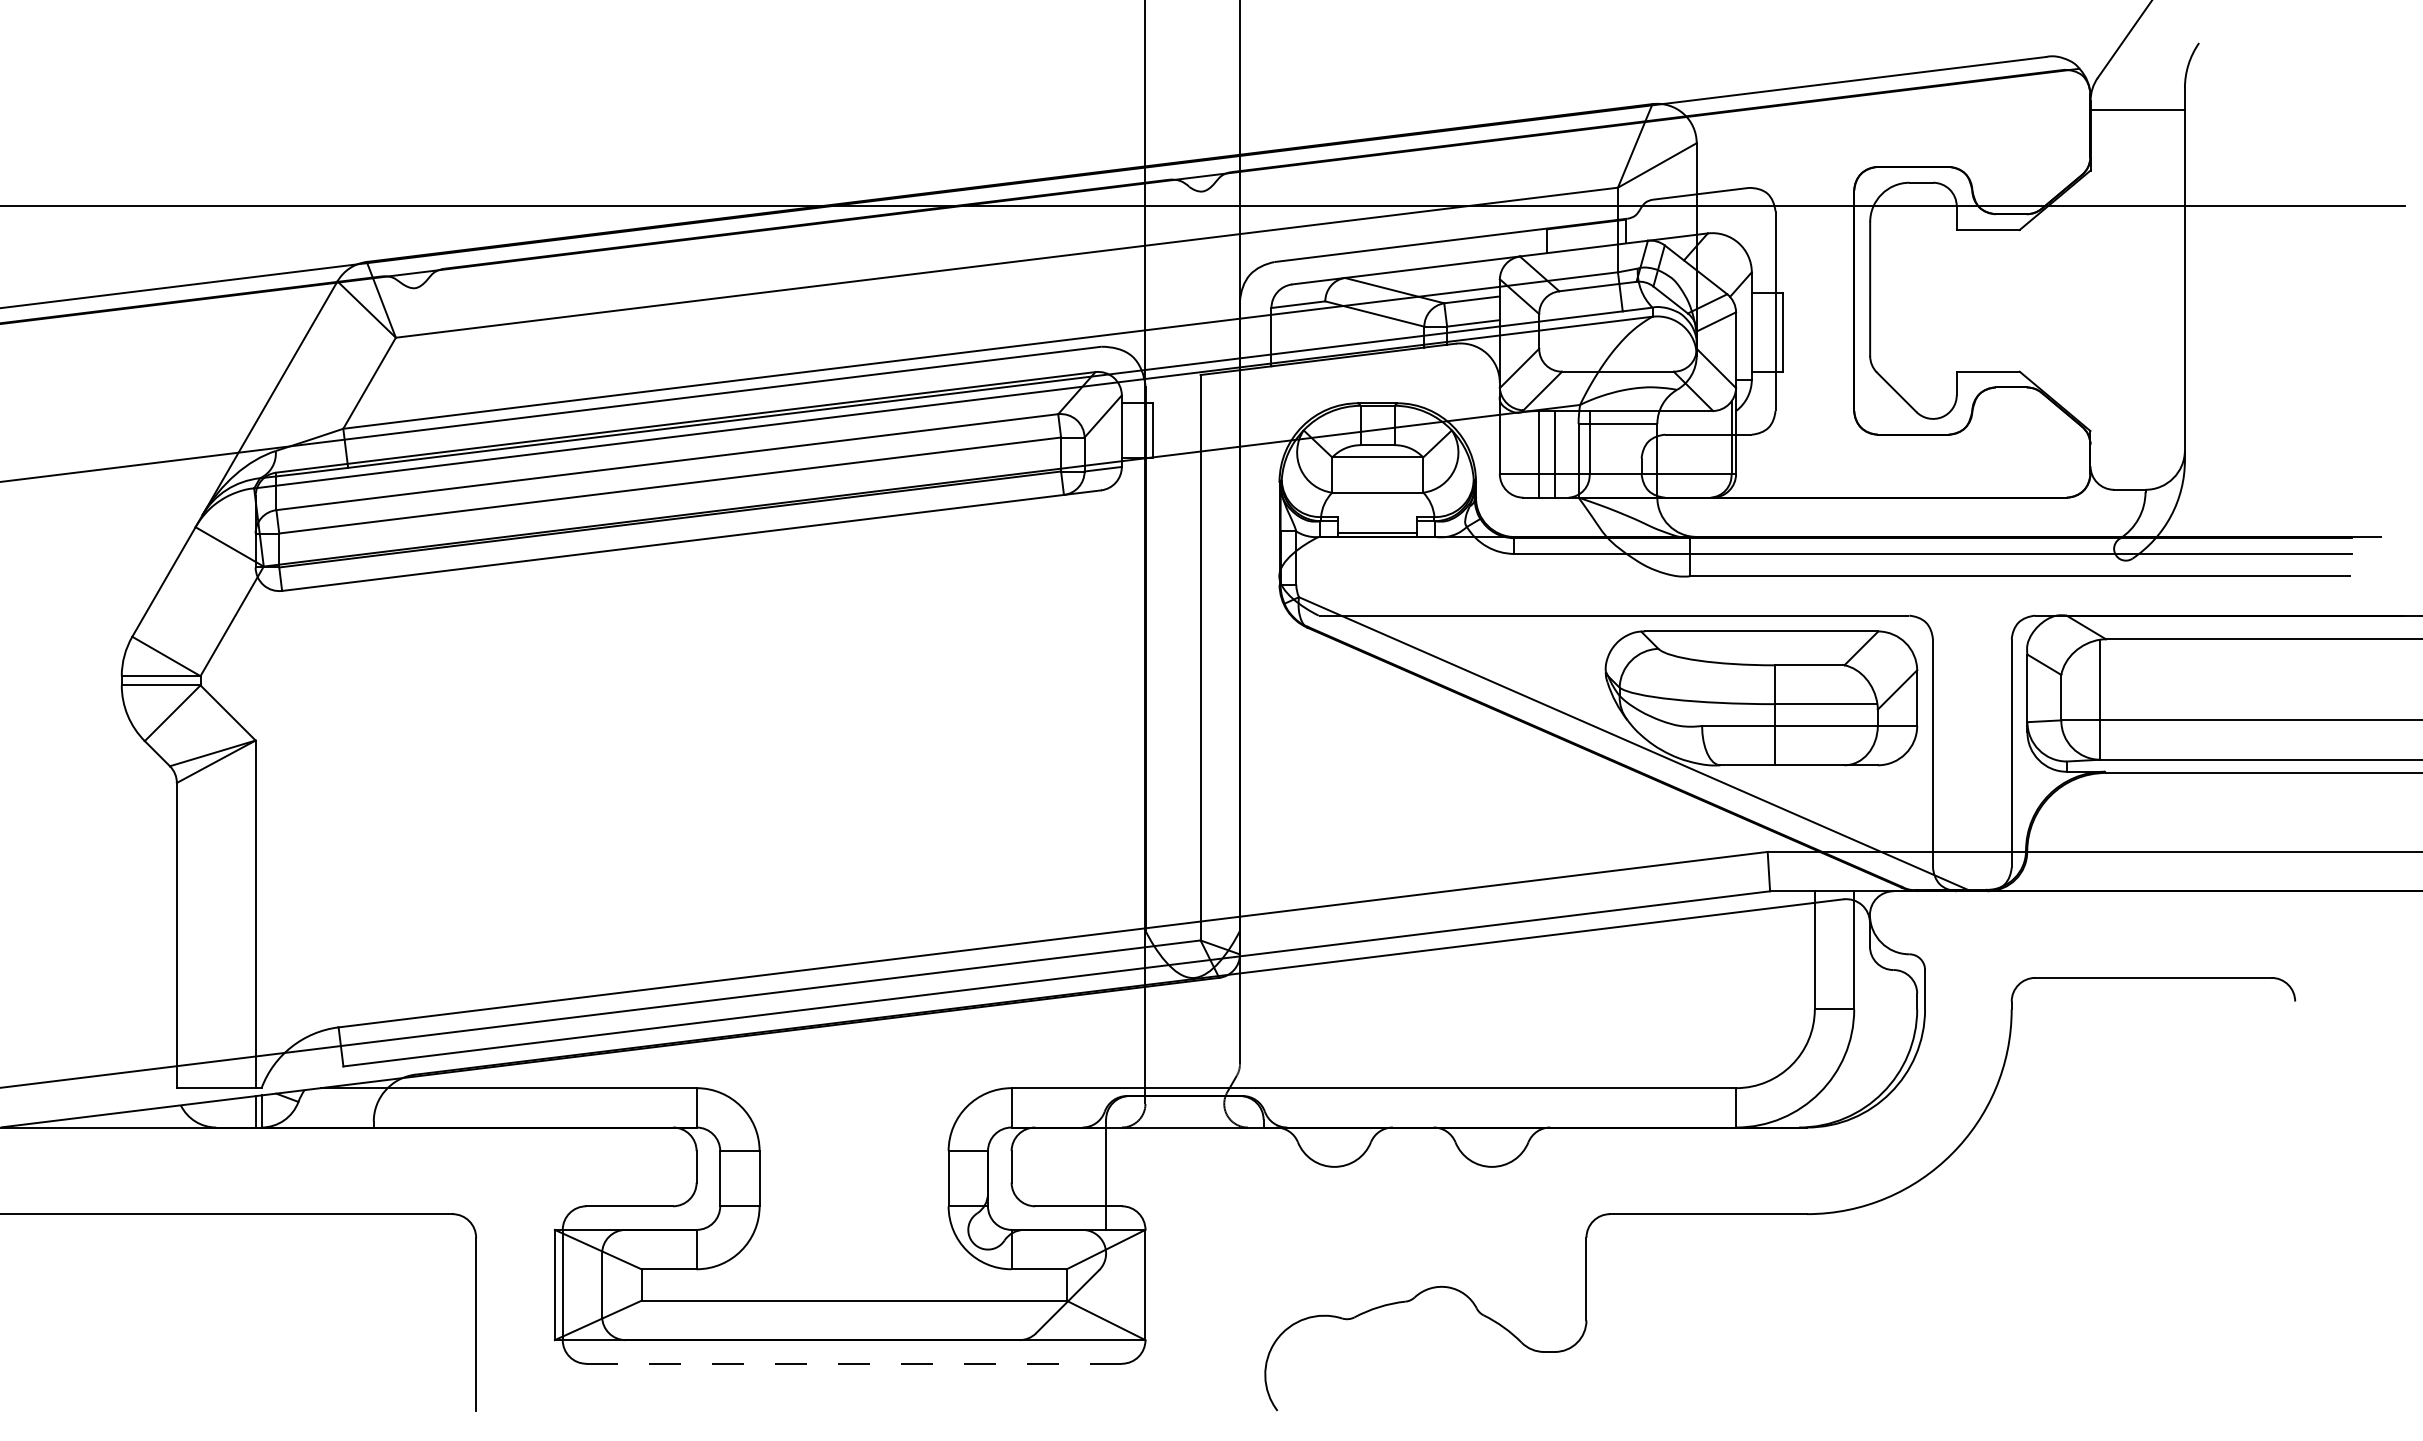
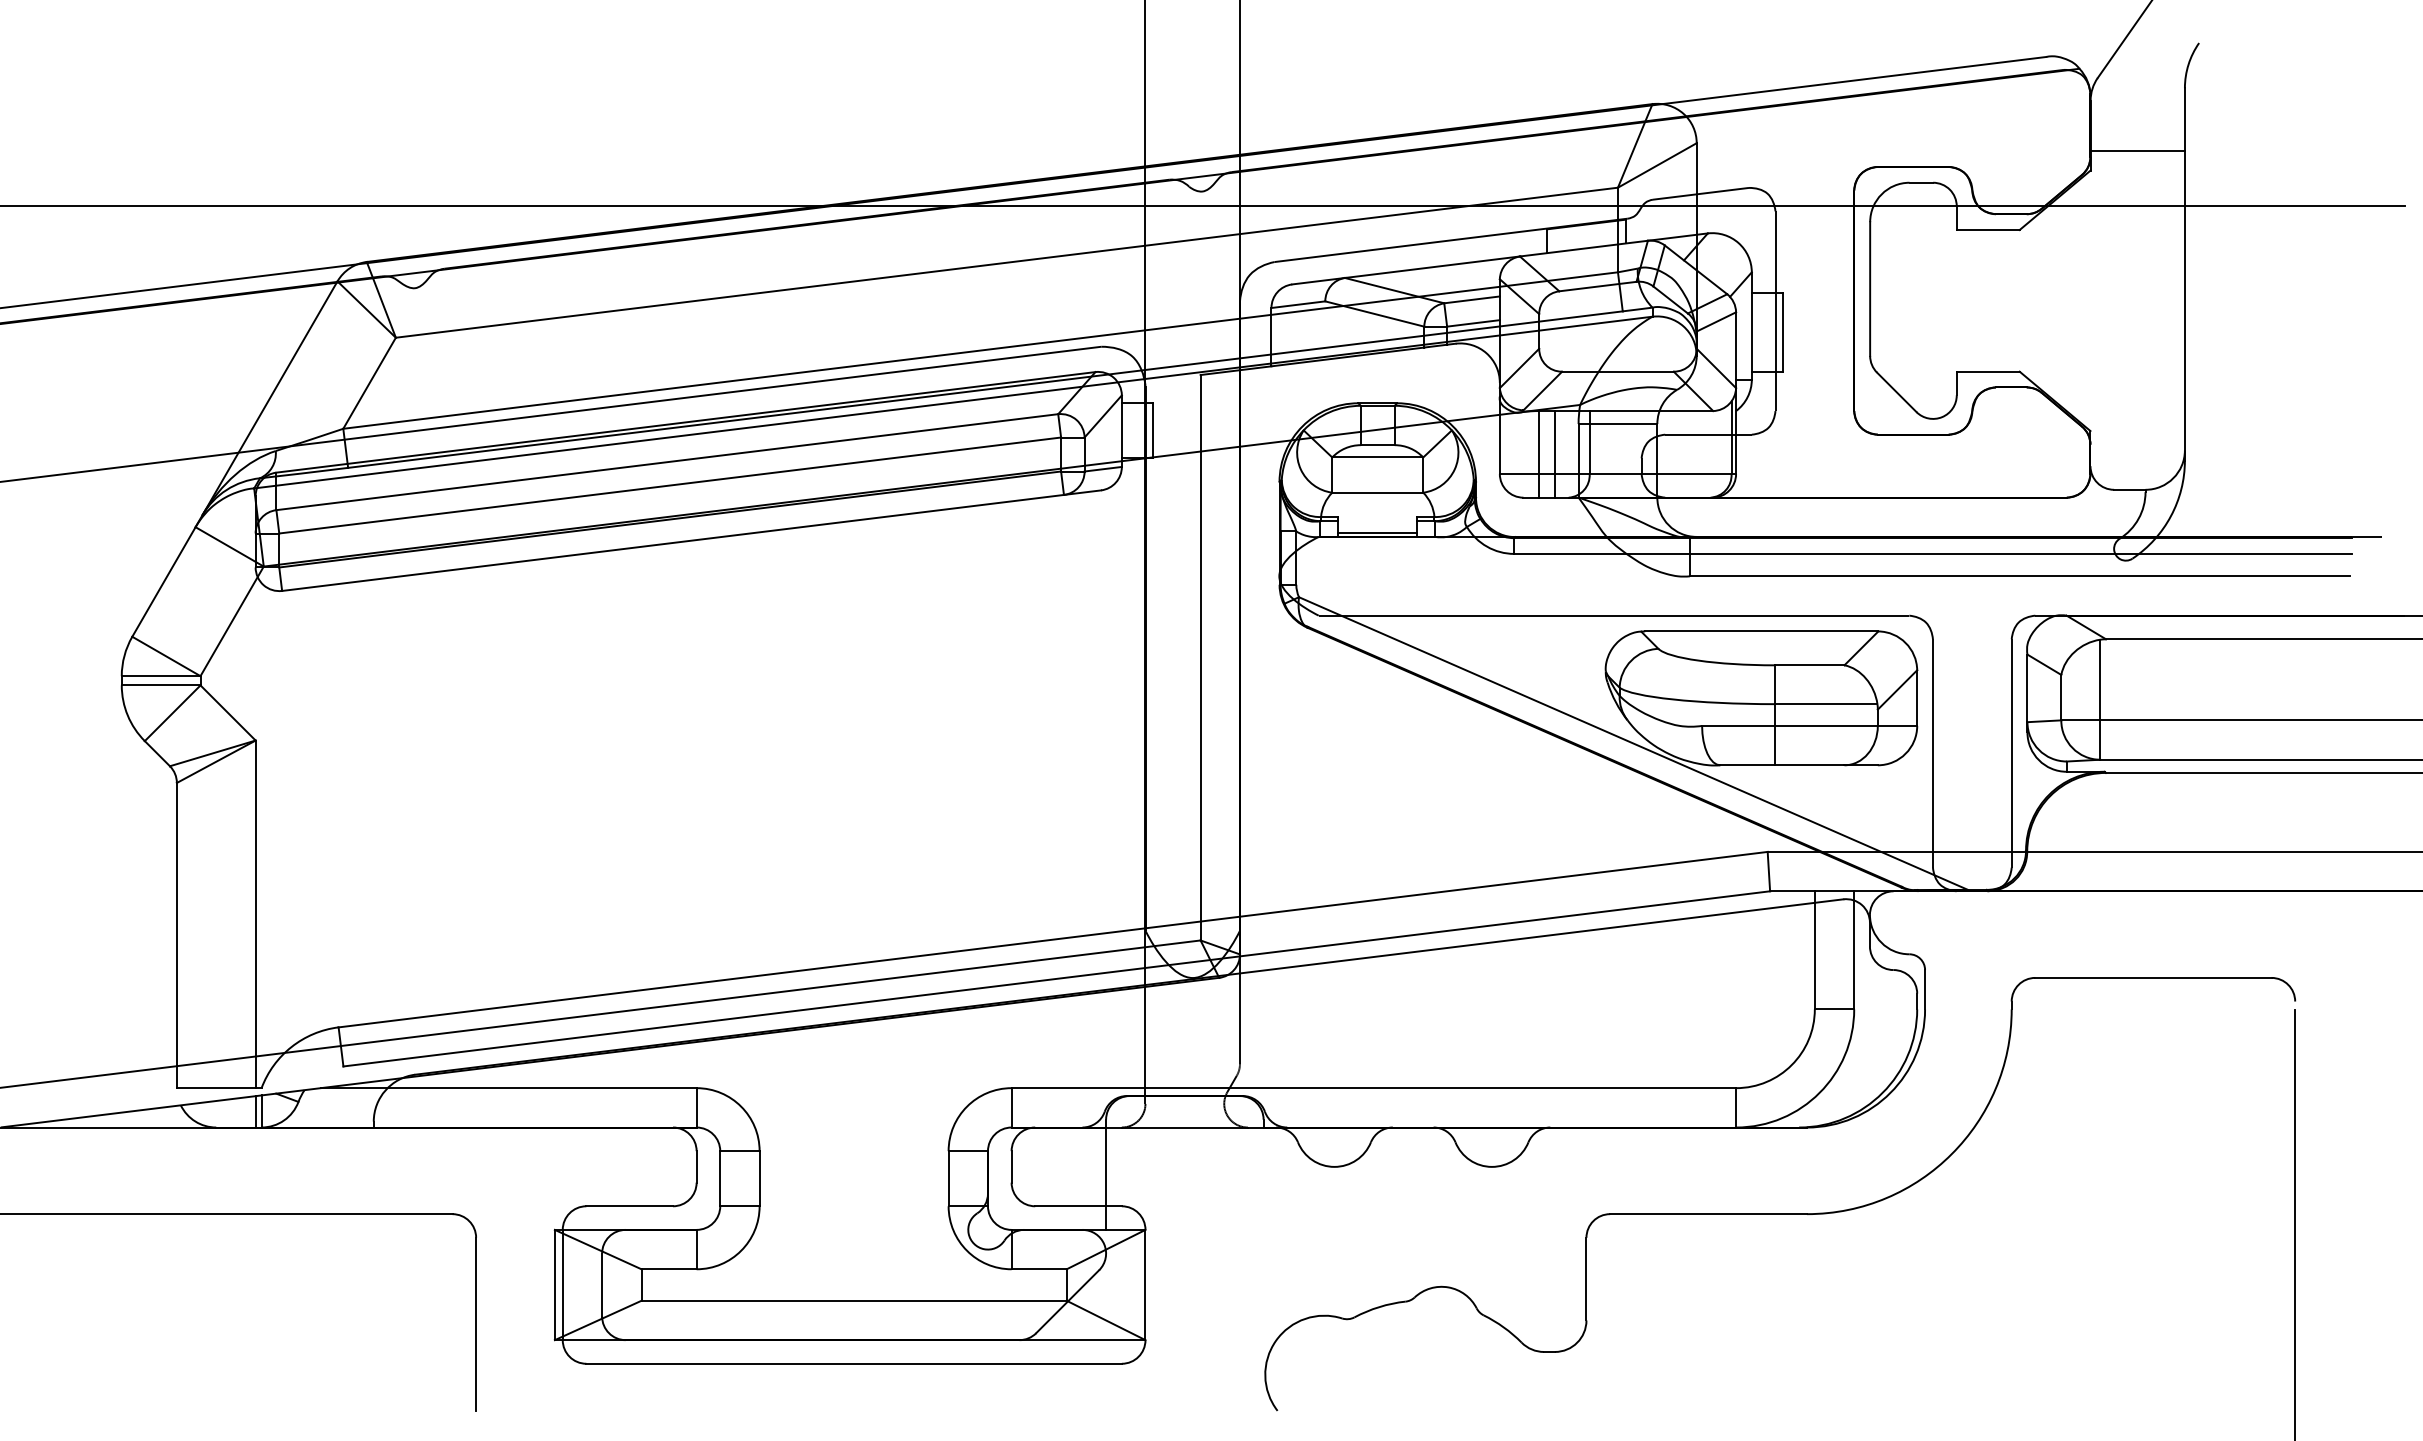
line at (2137, 110) position: (2137, 110) -> (2137, 151)
line at (2295, 1223): none -> present
line at (854, 1363): dashed -> solid
